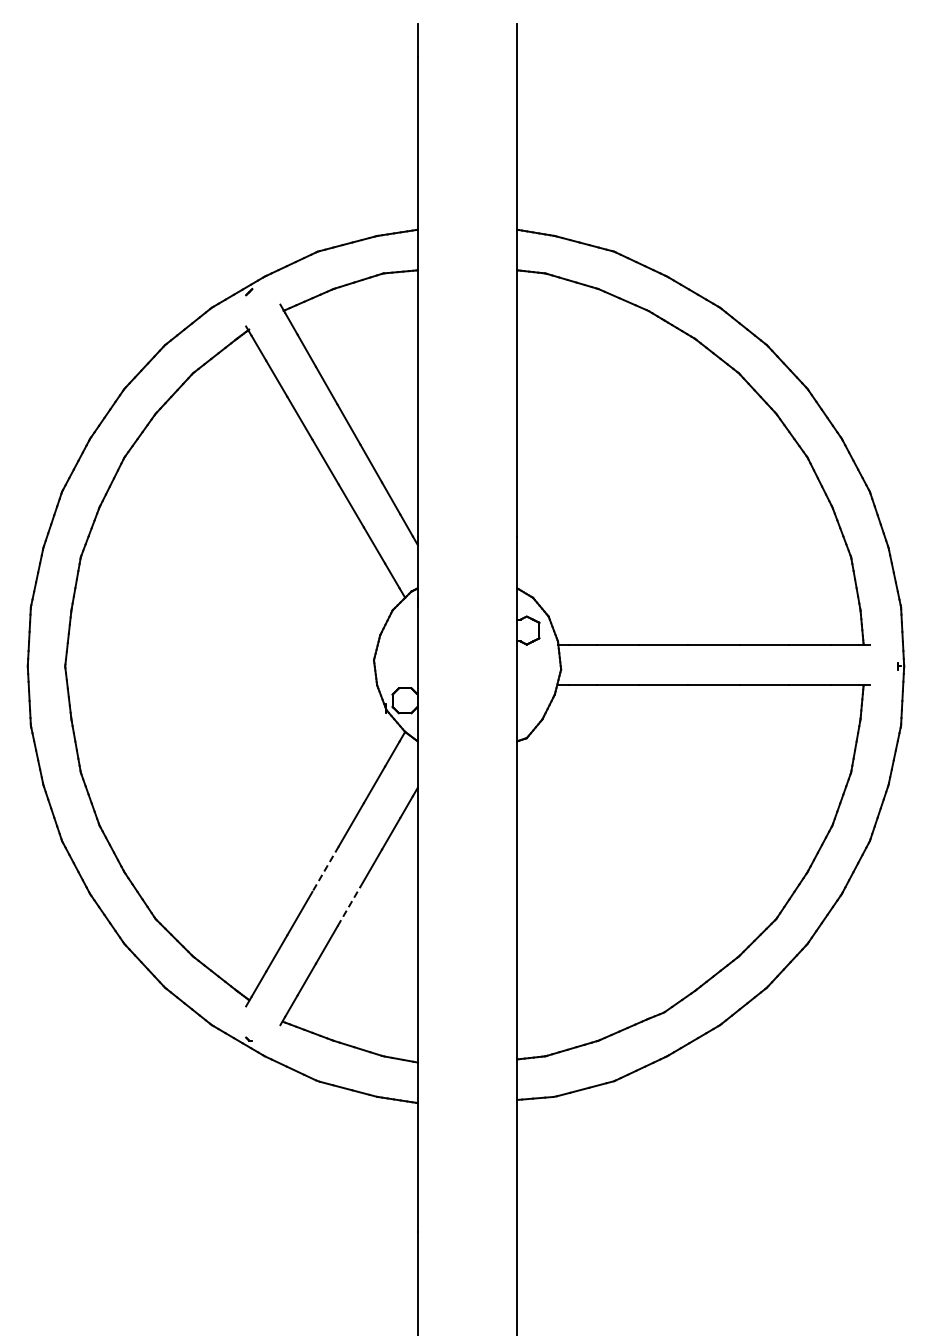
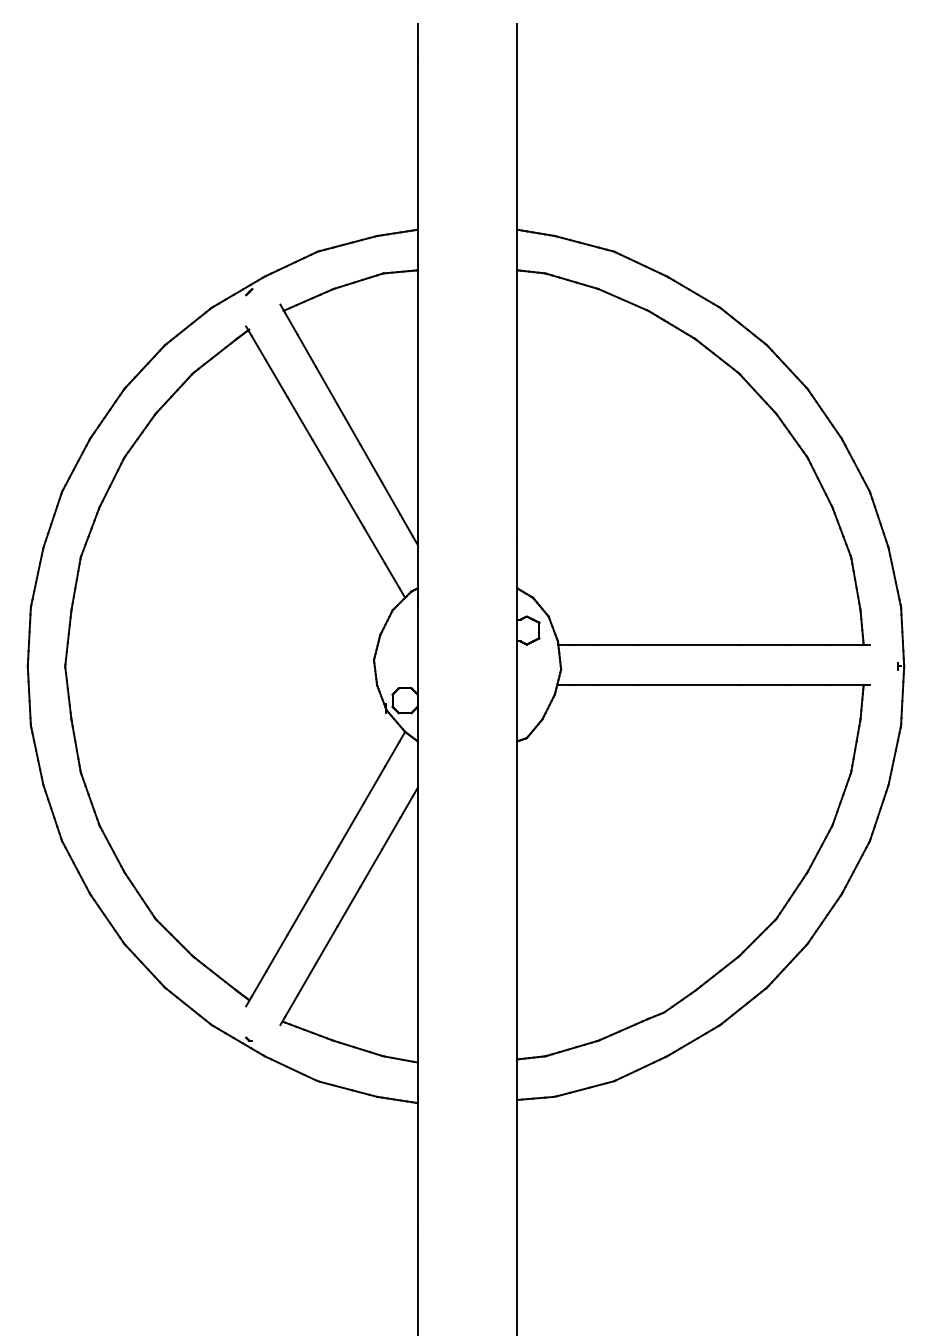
line at (325, 869): dashed -> solid
line at (349, 906): dashed -> solid
